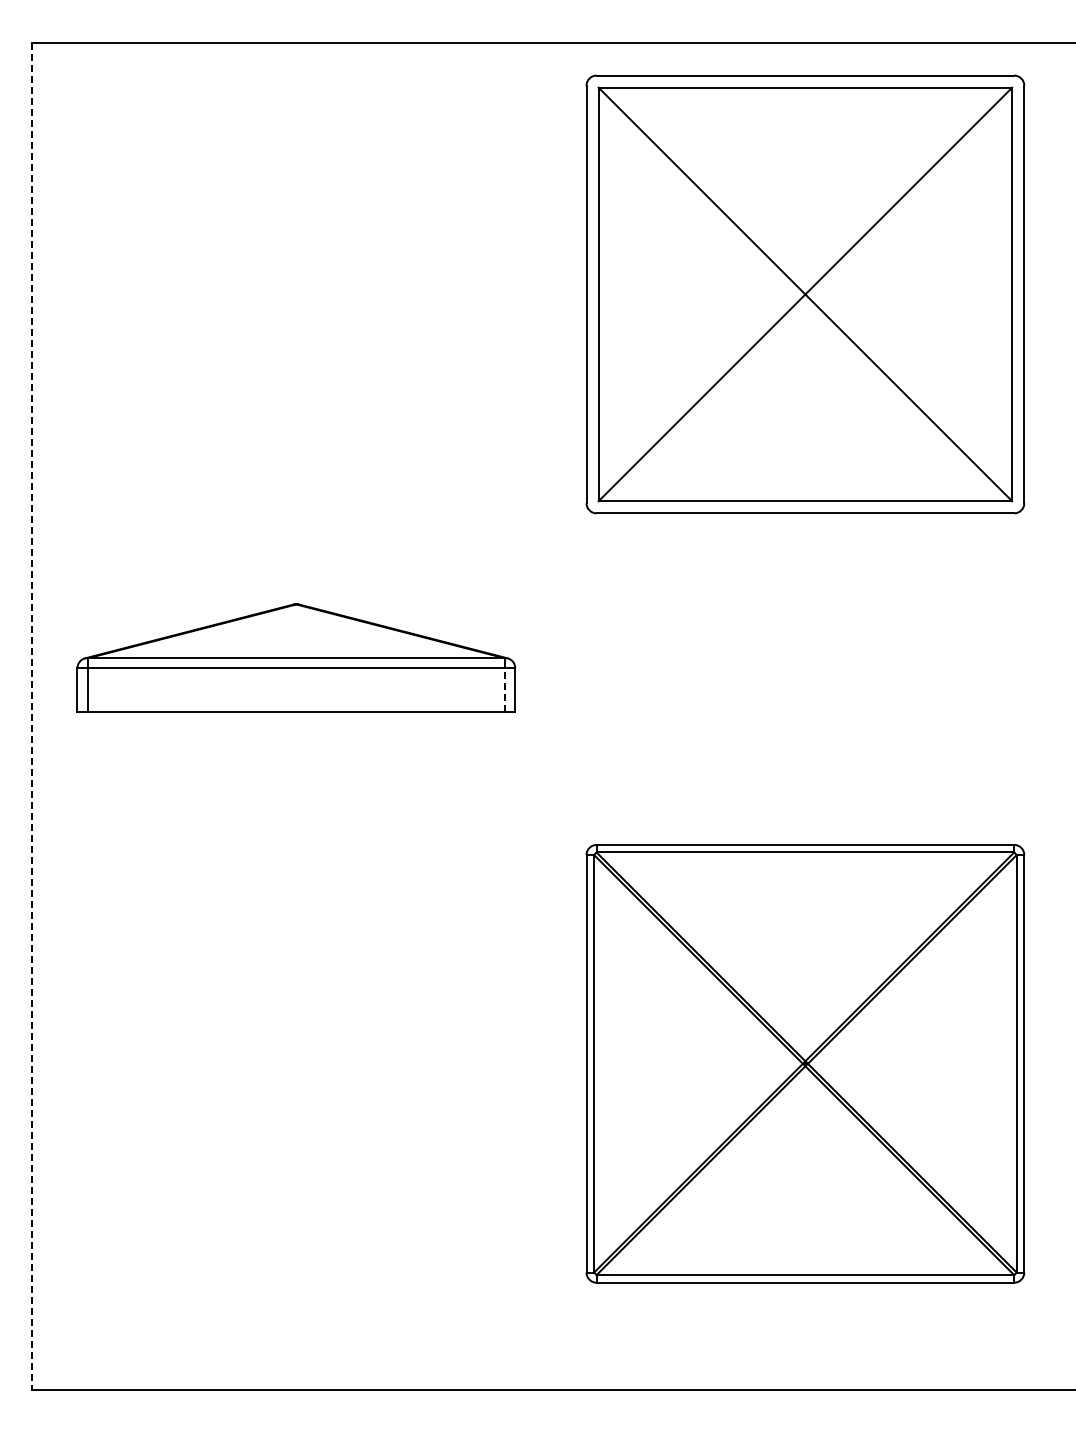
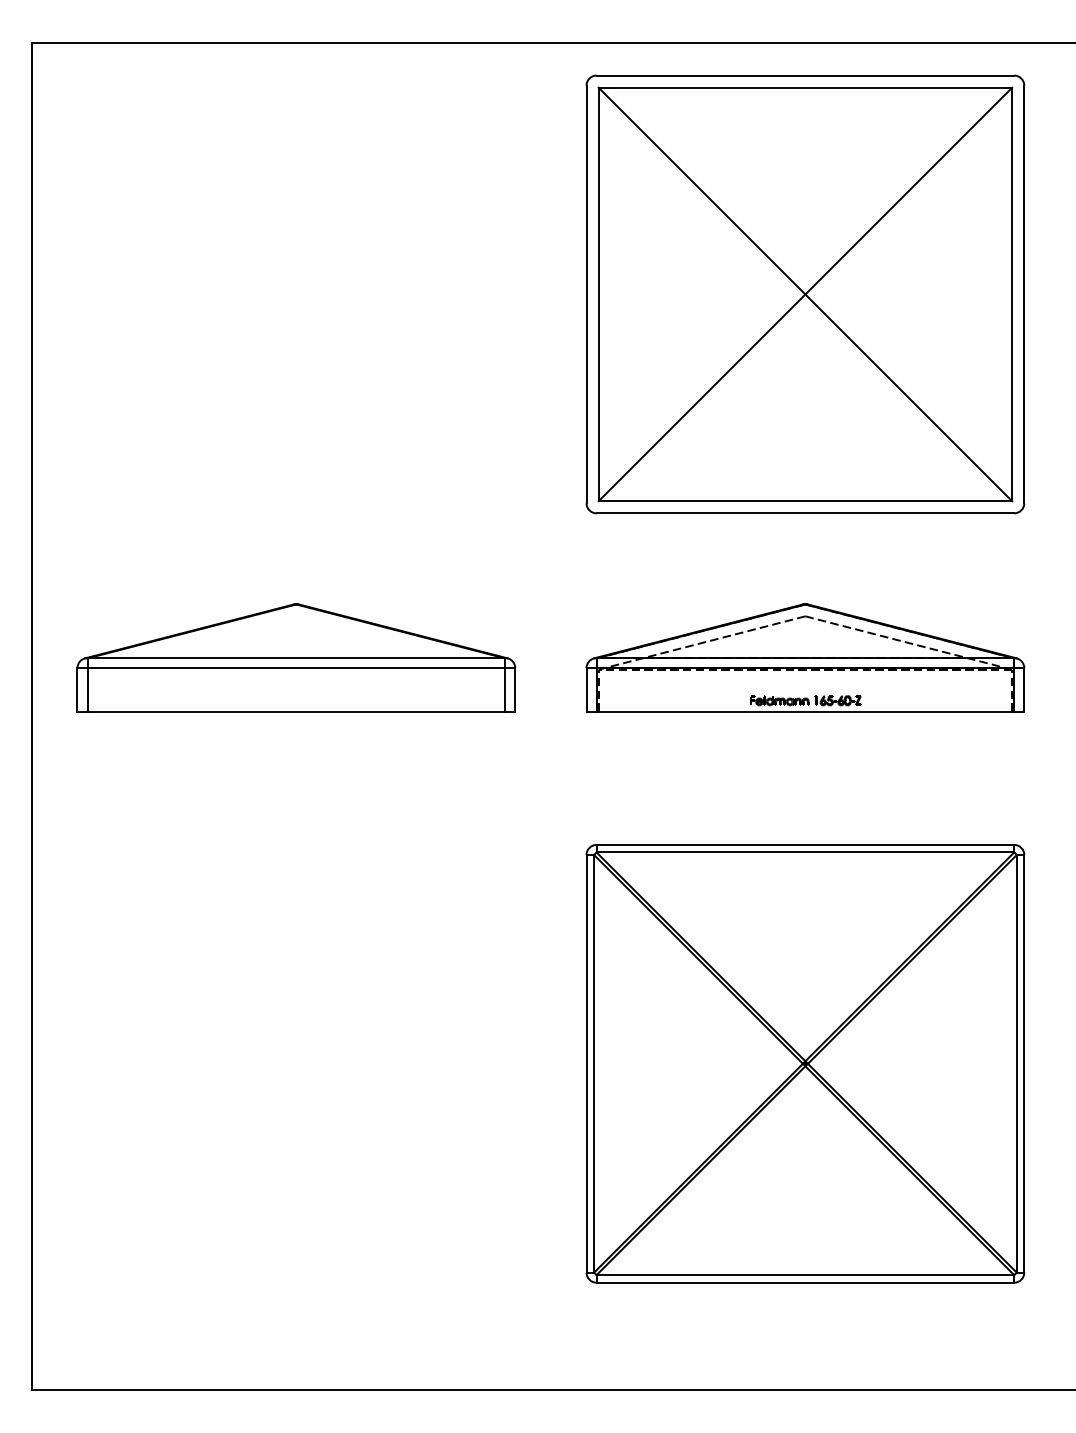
part at (805, 657): none -> present
line at (505, 690): dashed -> solid
line at (32, 716): dashed -> solid
